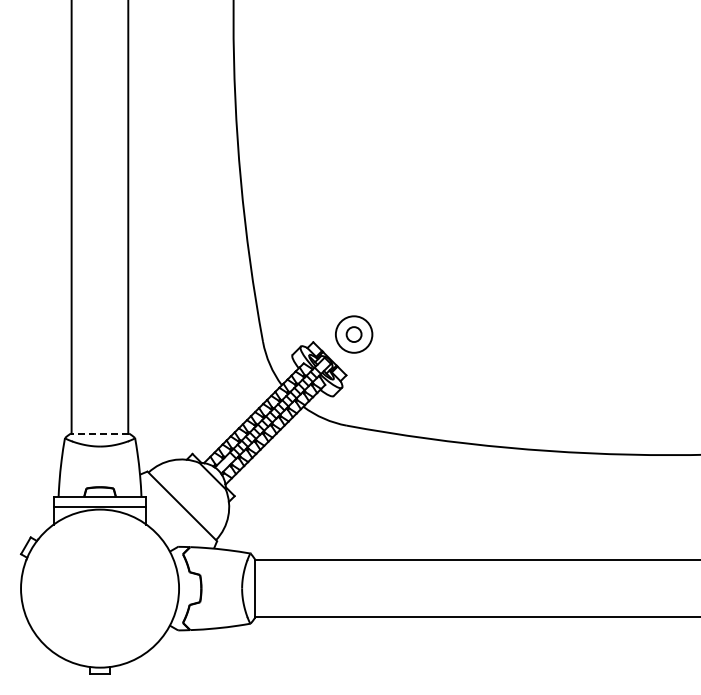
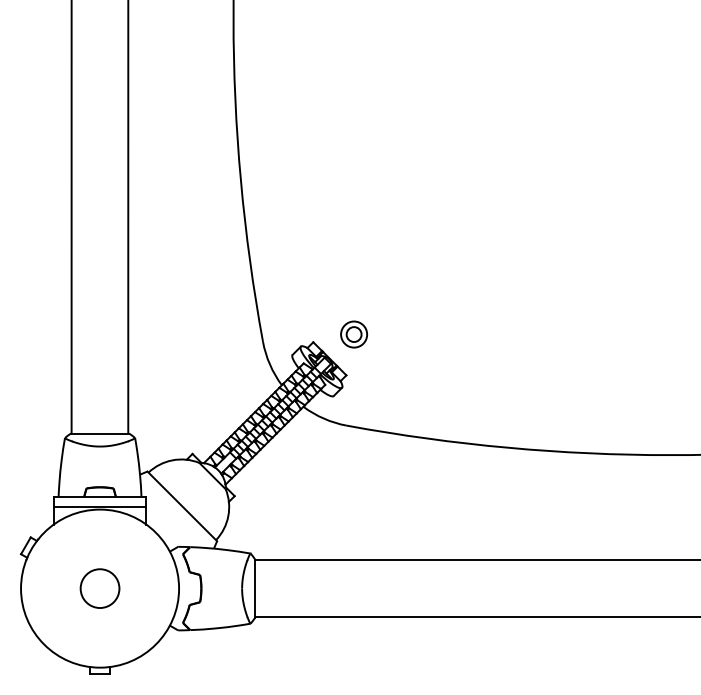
circle at (353, 334) diameter: 37 px -> 26 px
line at (99, 433): dashed -> solid
circle at (99, 588): none -> present
